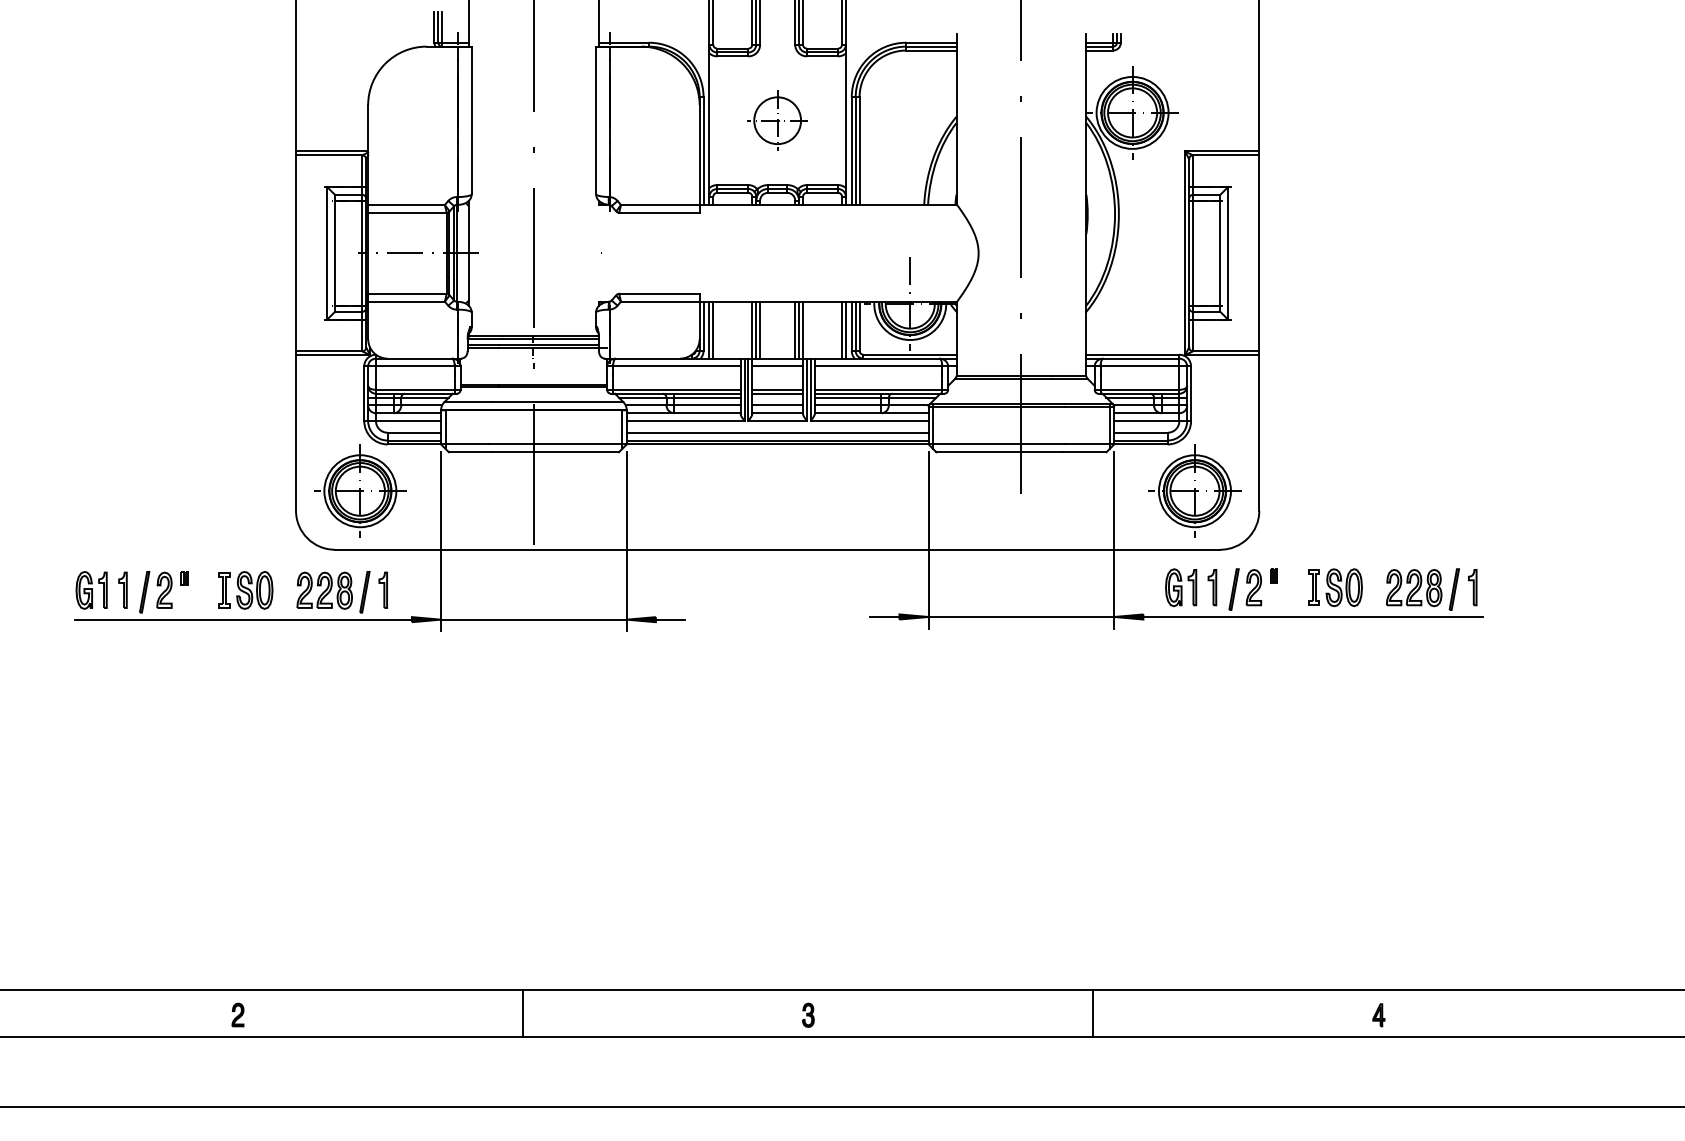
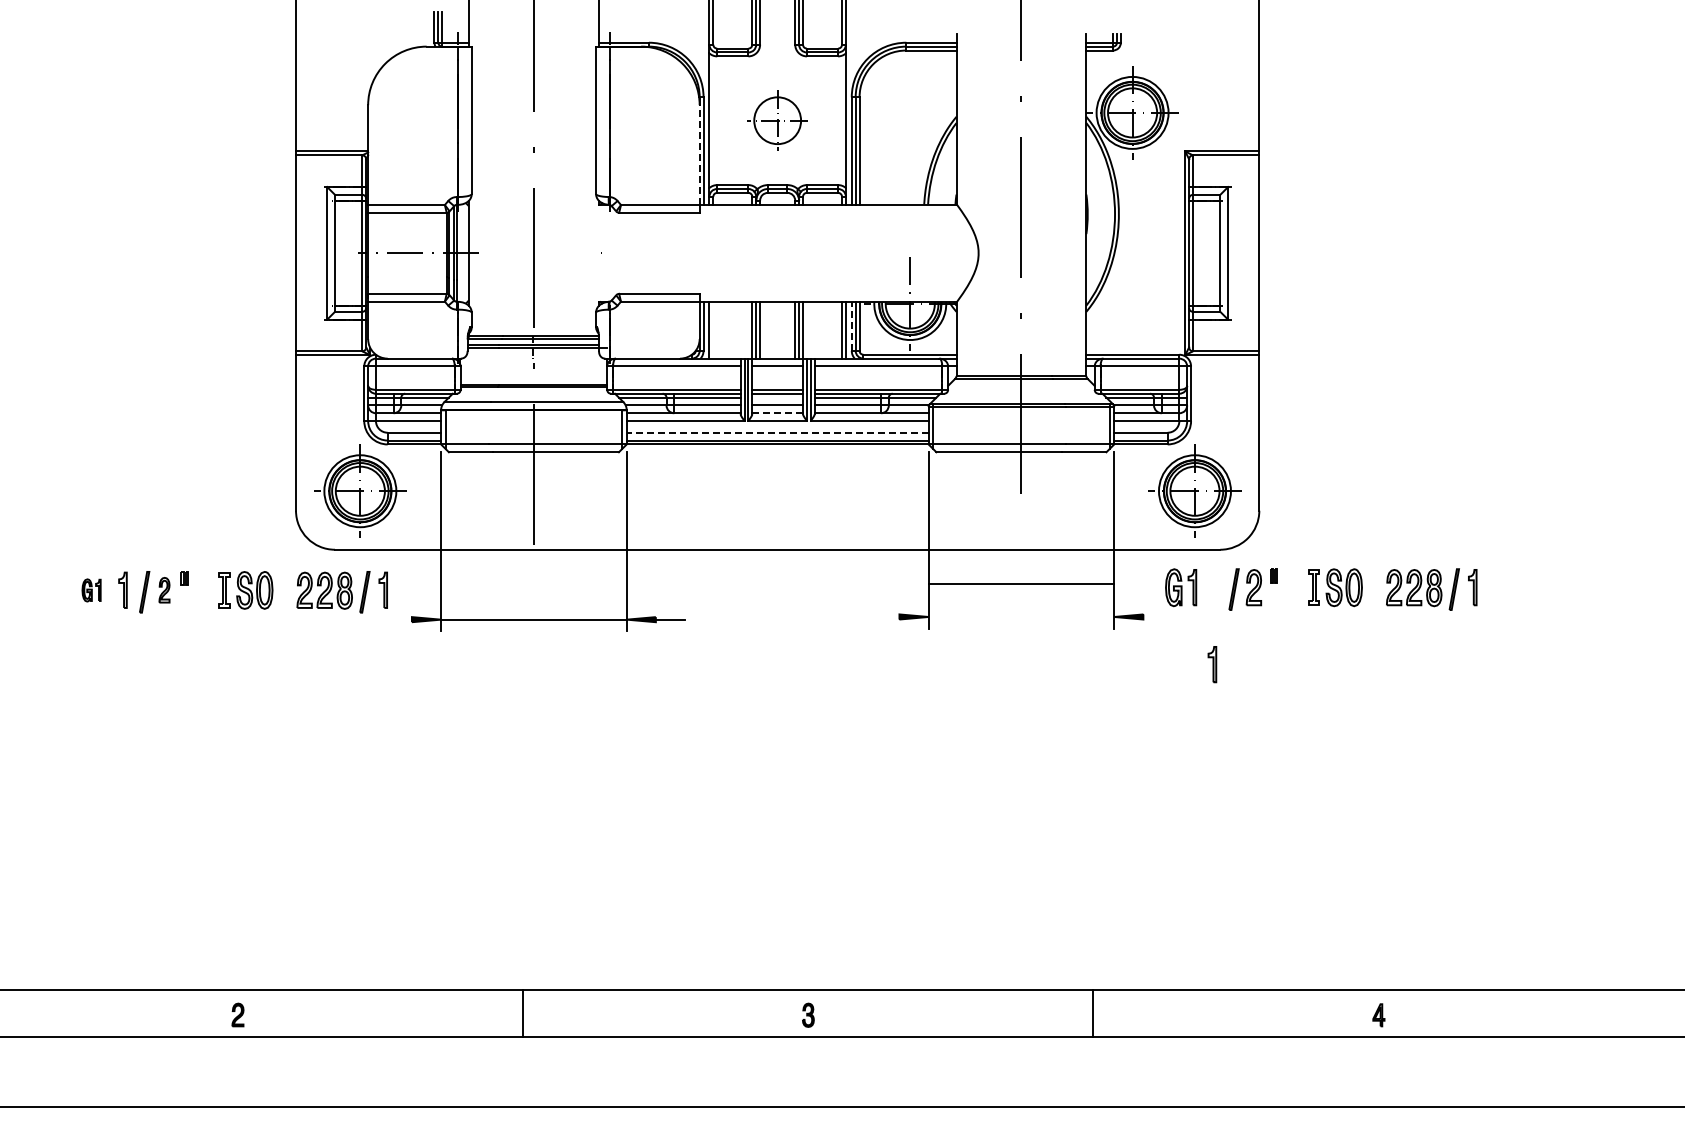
line at (699, 155): solid -> dashed
line at (851, 325): solid -> dashed
line at (713, 330): present -> none
line at (778, 413): solid -> dashed
line at (777, 432): solid -> dashed
part at (1212, 587) position: (1212, 587) -> (1212, 664)
part at (164, 589) size: 17x38 px -> 13x27 px
part at (91, 590) size: 33x39 px -> 21x25 px
line at (884, 616): present -> none
line at (1021, 616) position: (1021, 616) -> (1021, 583)
line at (1313, 616): present -> none
line at (243, 619): present -> none
